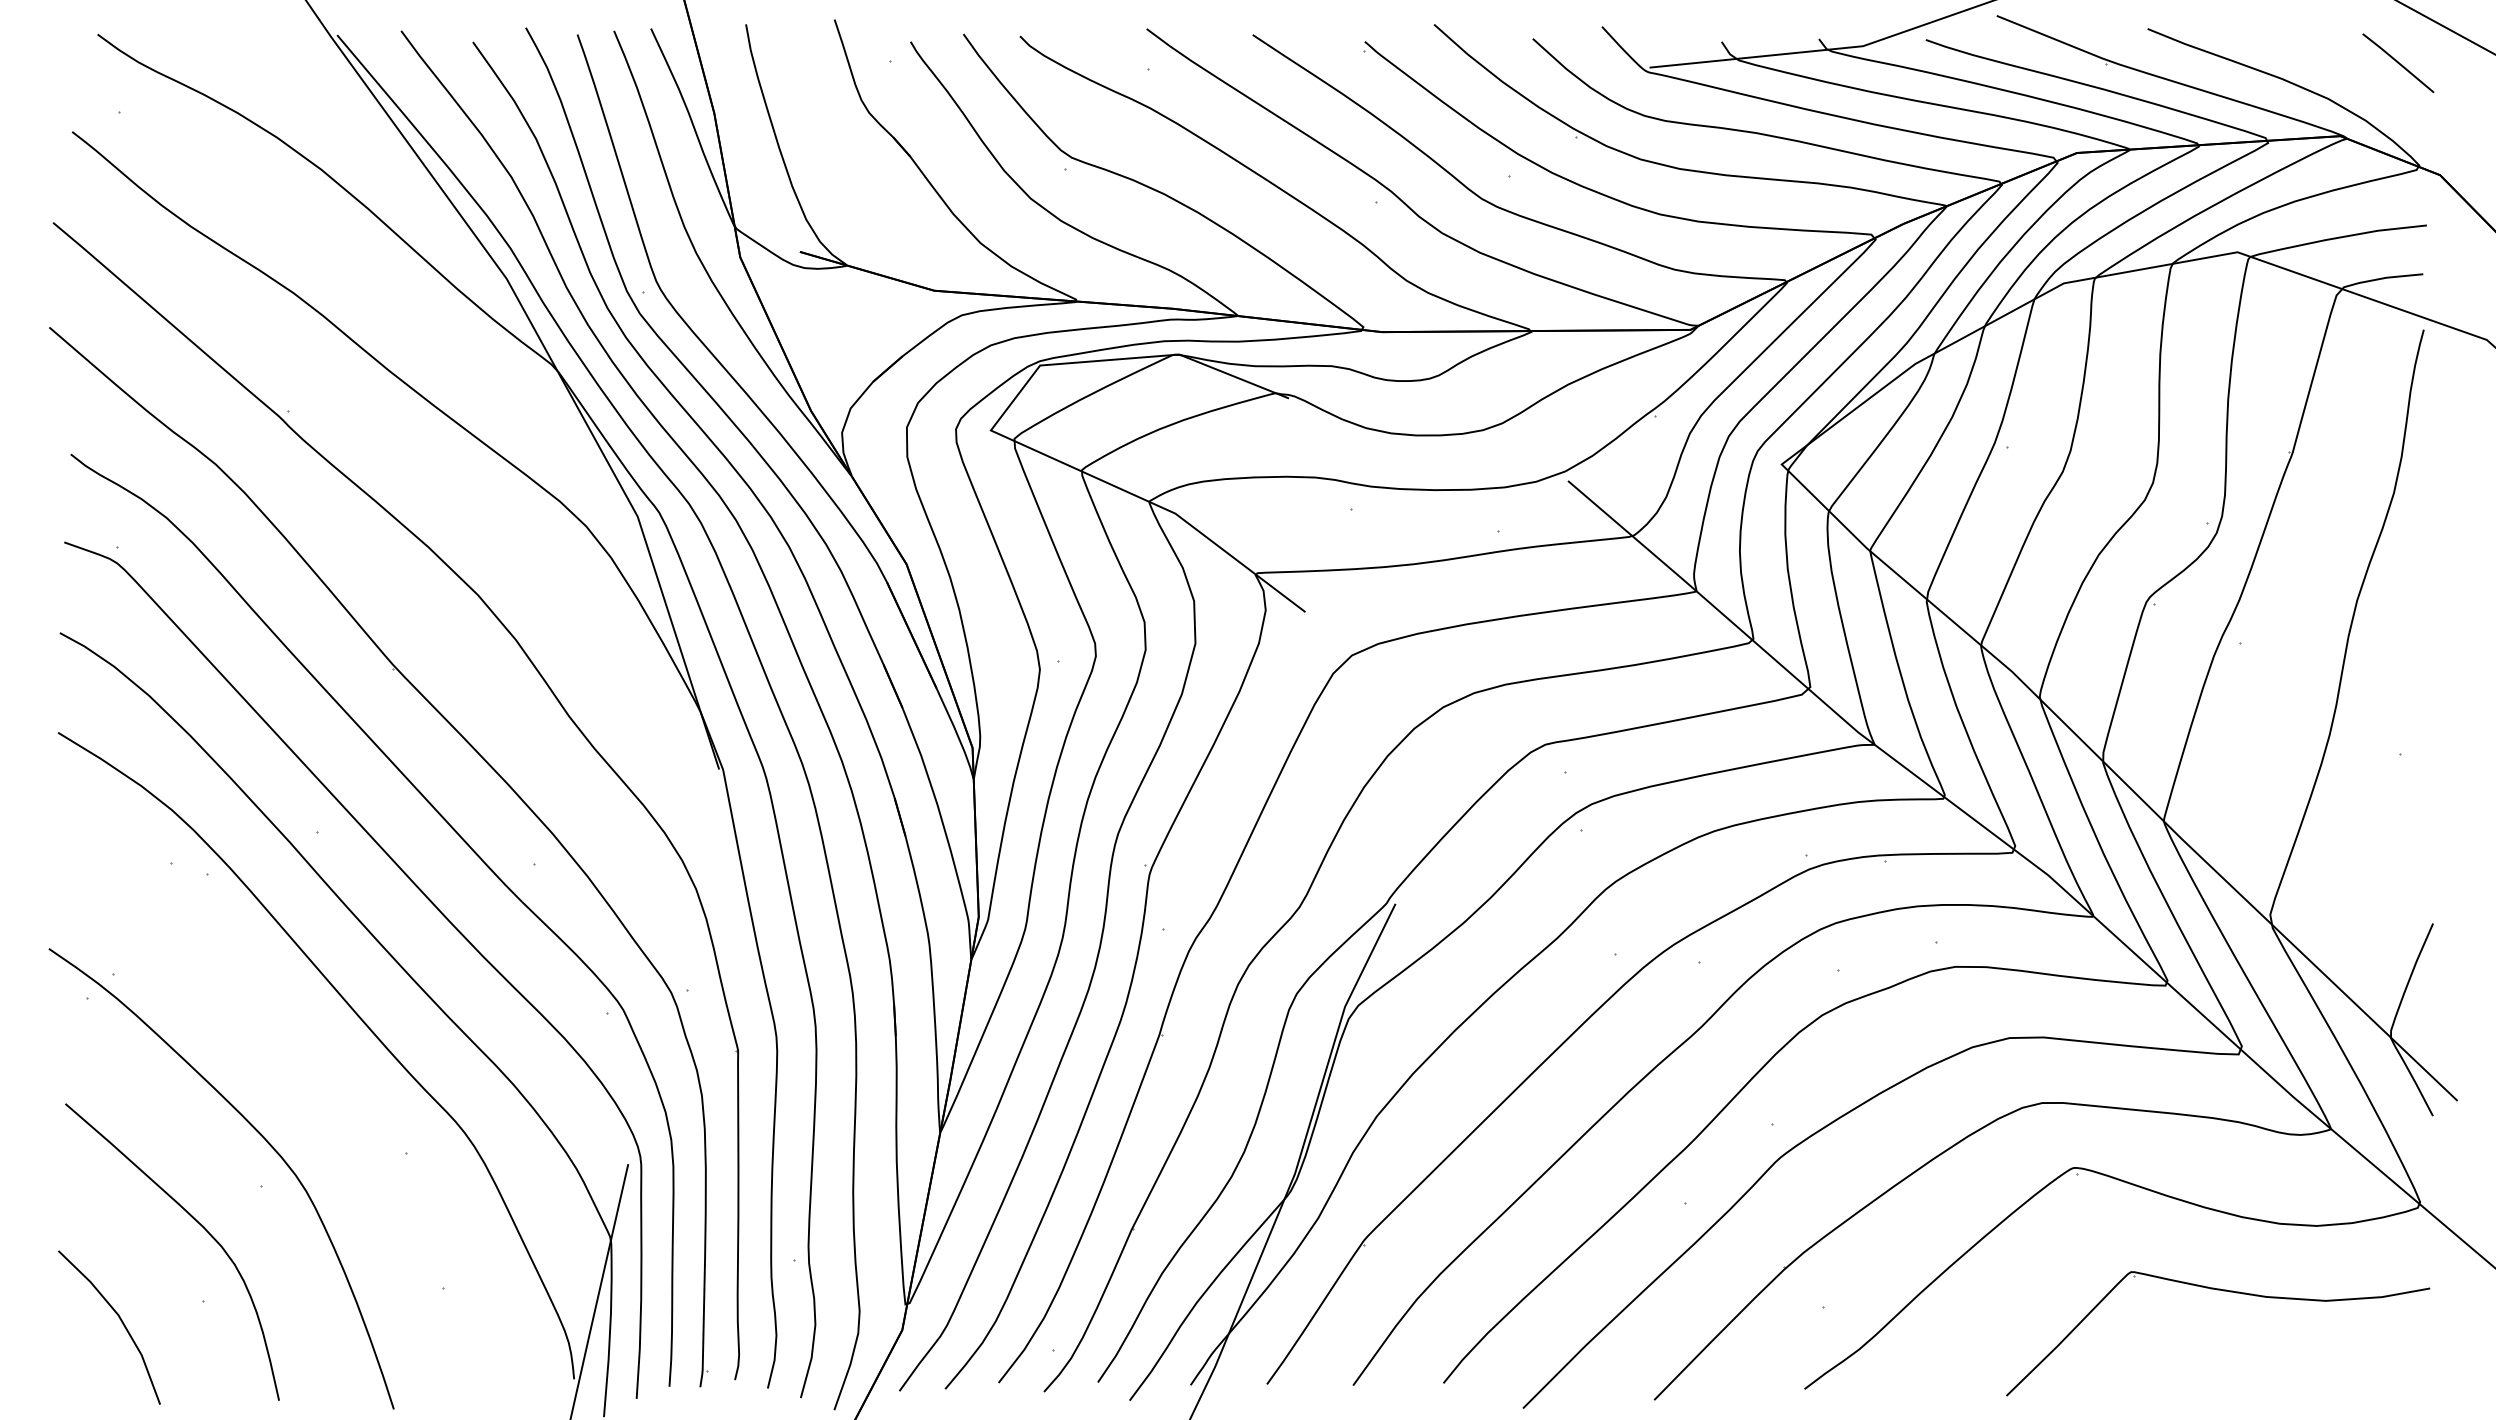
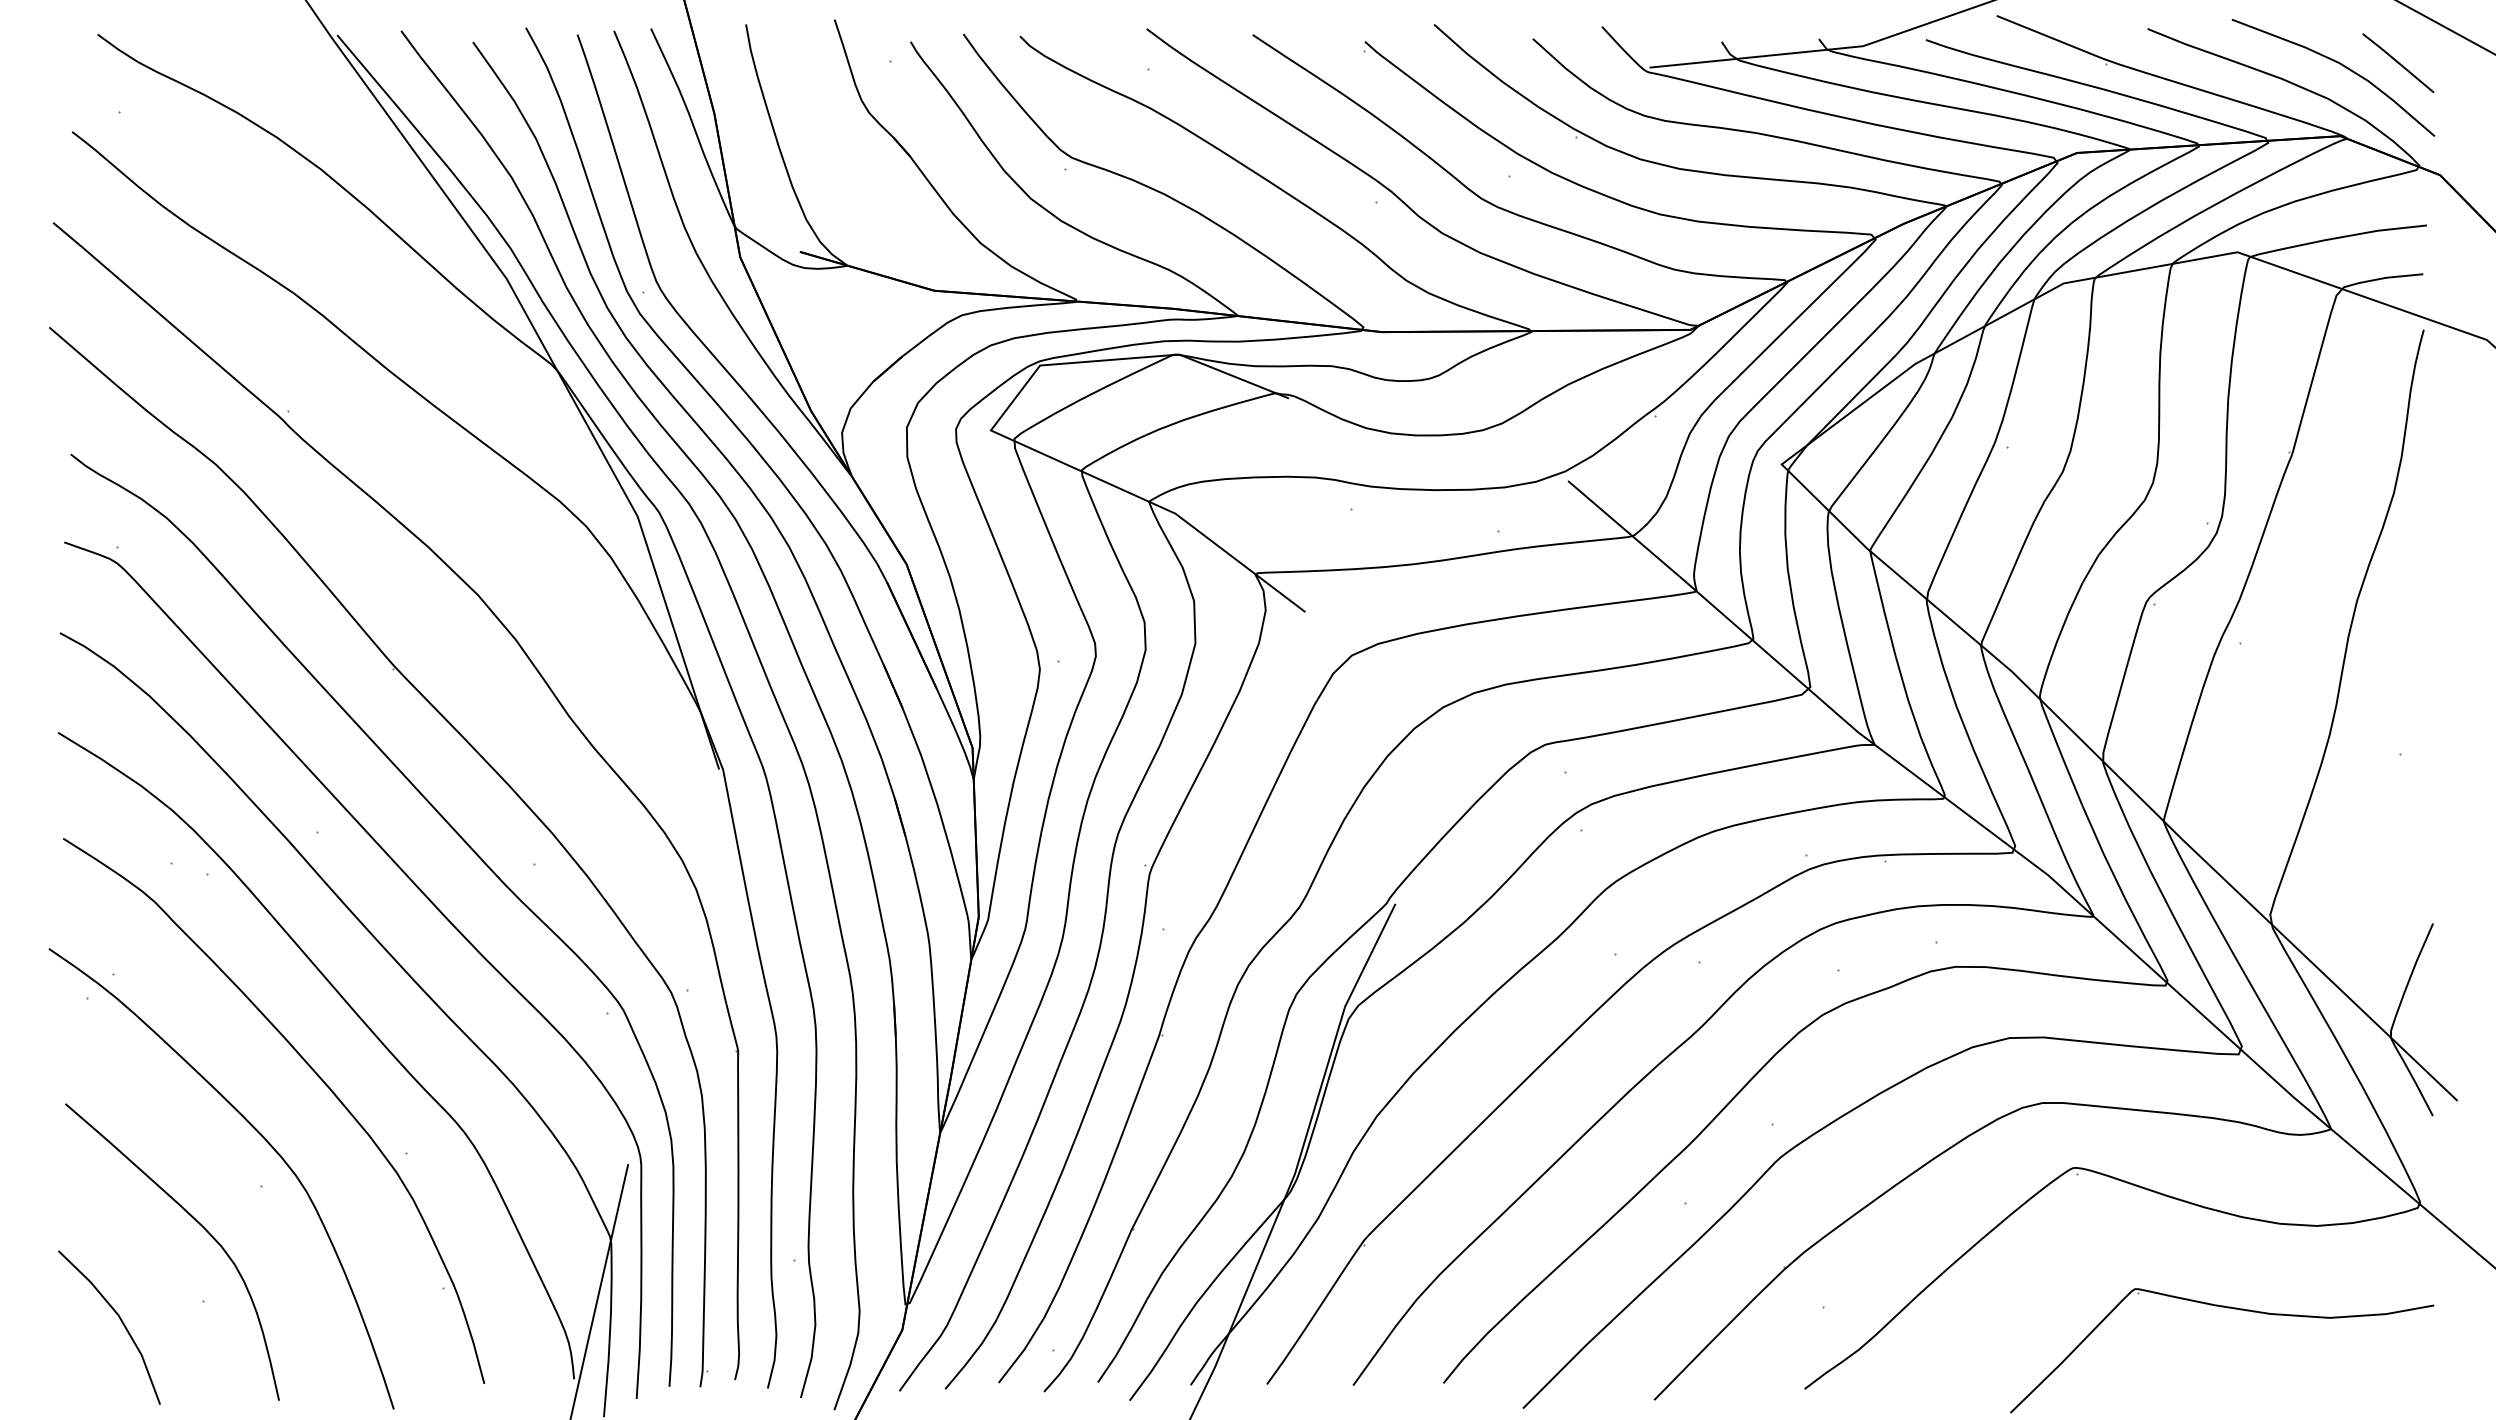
curve at (2342, 66): none -> present
curve at (315, 1074): none -> present
part at (2223, 1291) position: (2223, 1291) -> (2227, 1308)
